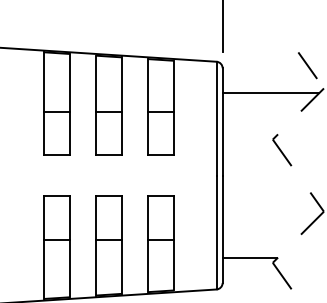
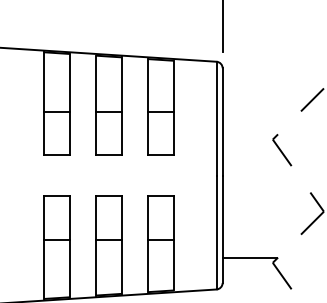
line at (307, 65): present -> none
line at (270, 93): present -> none
